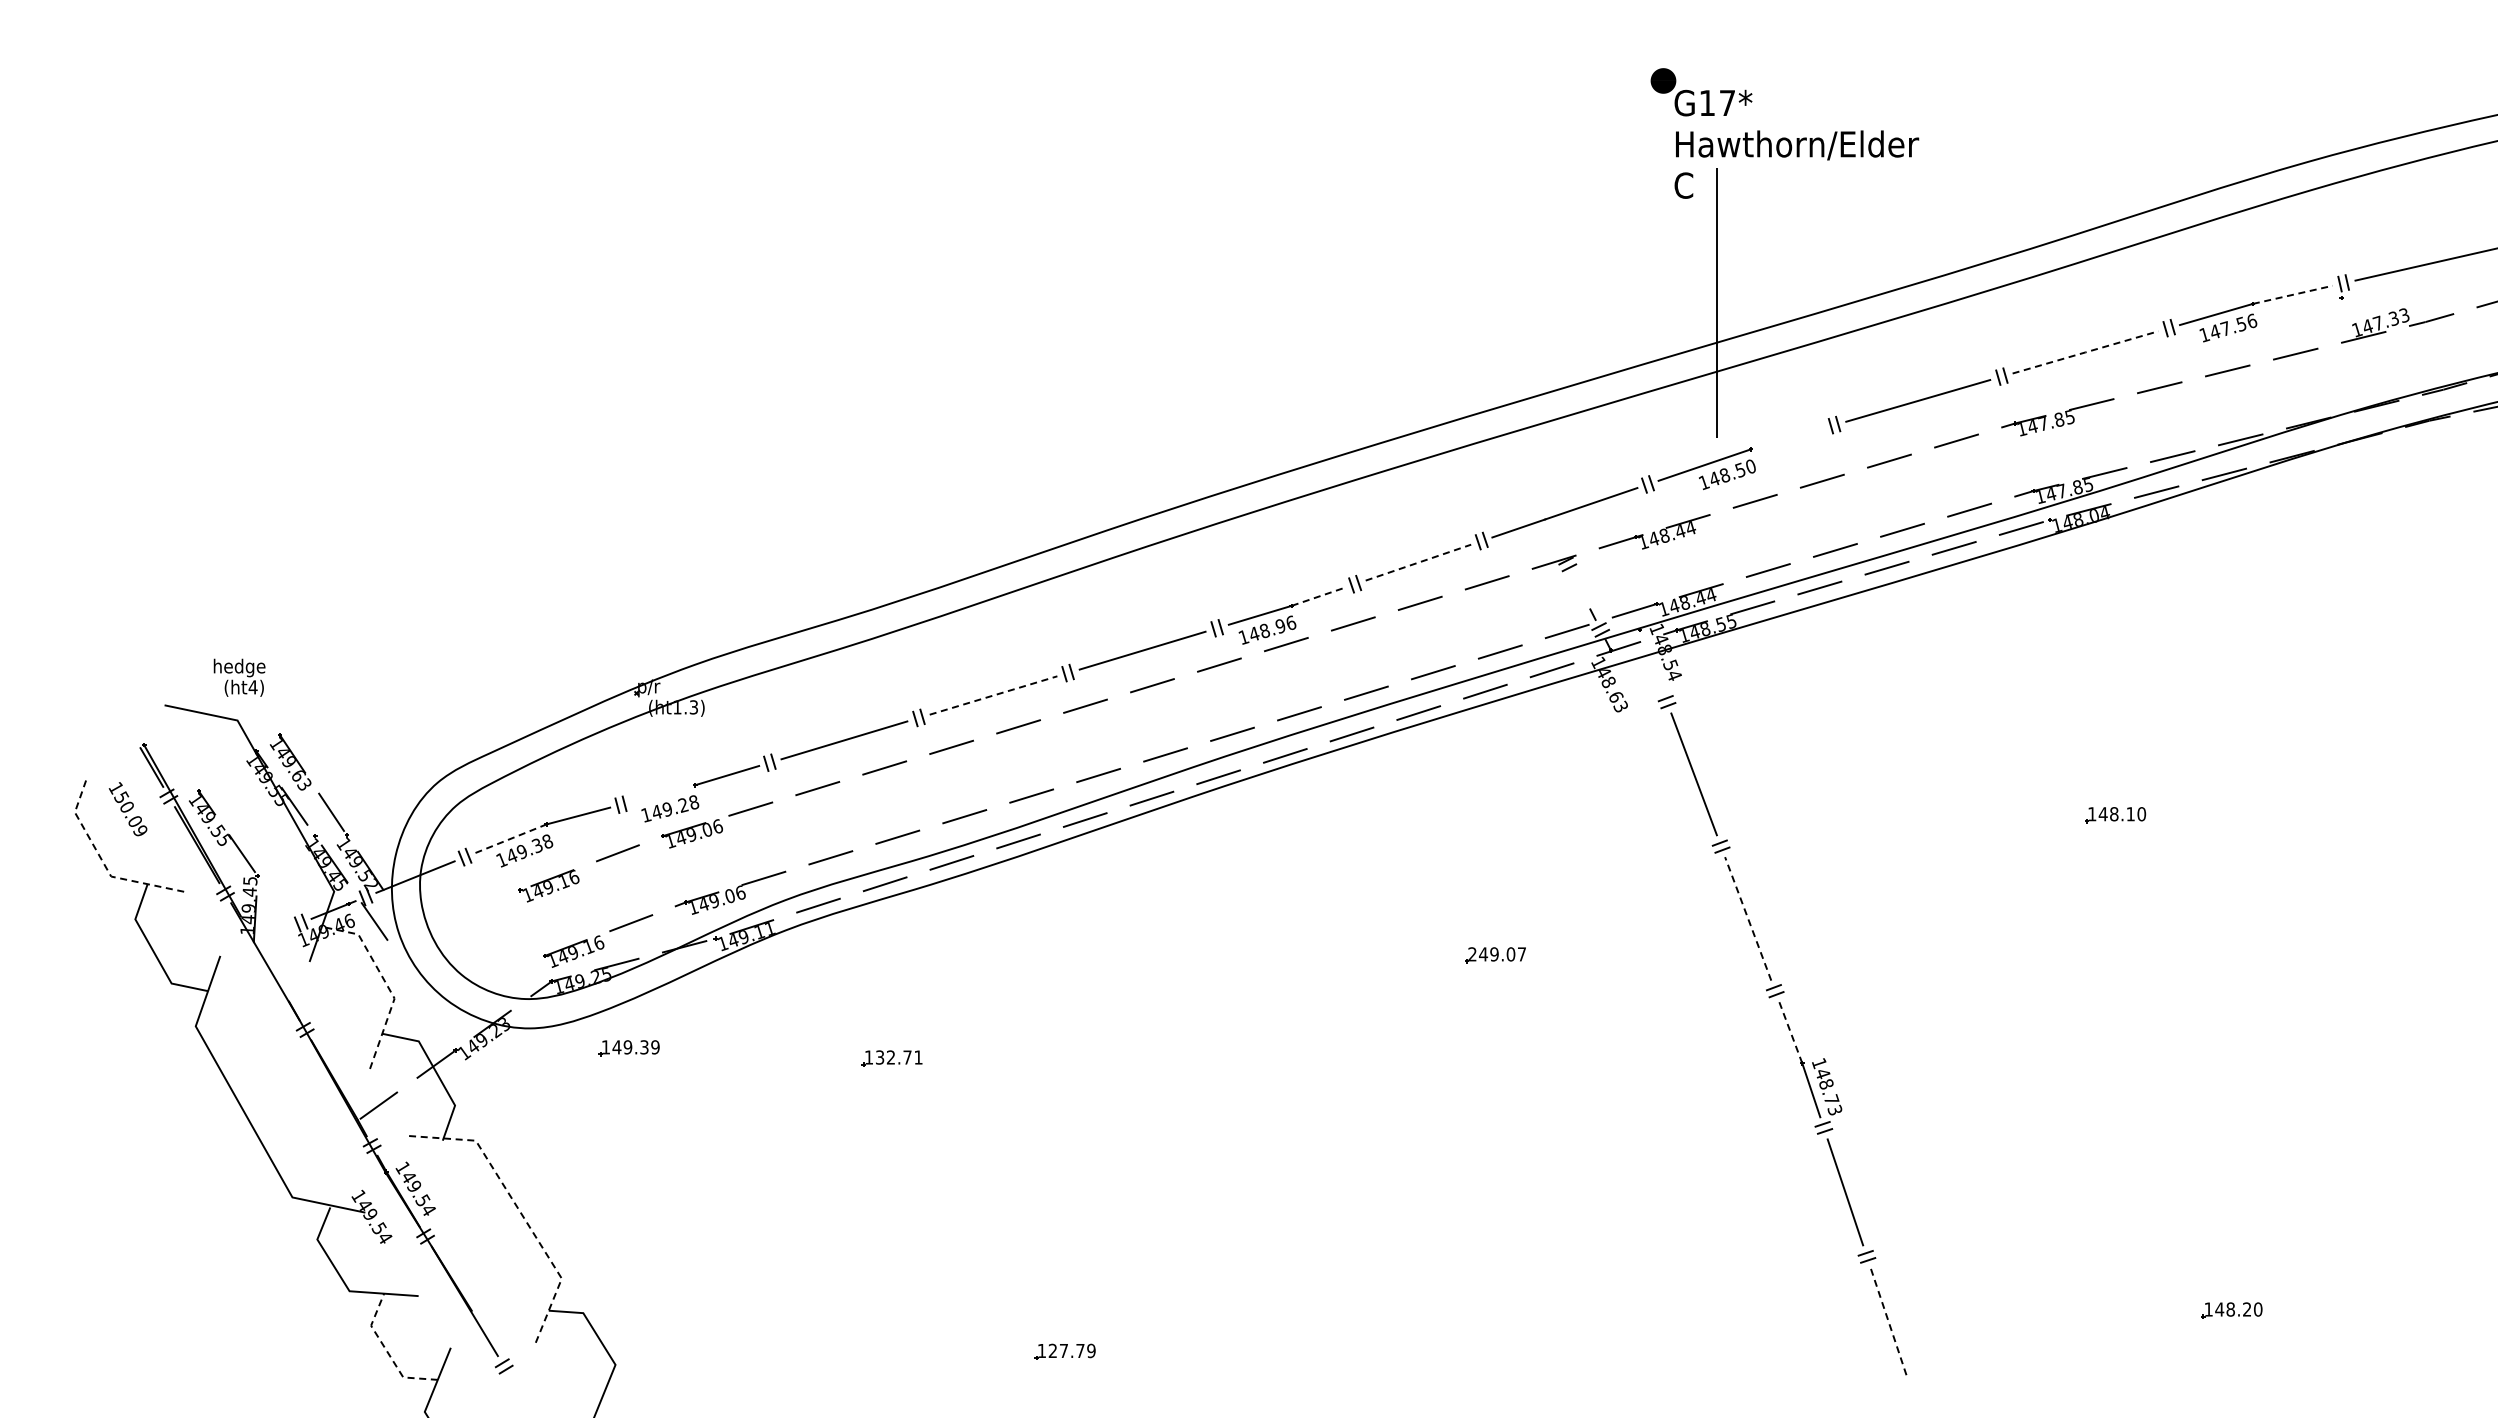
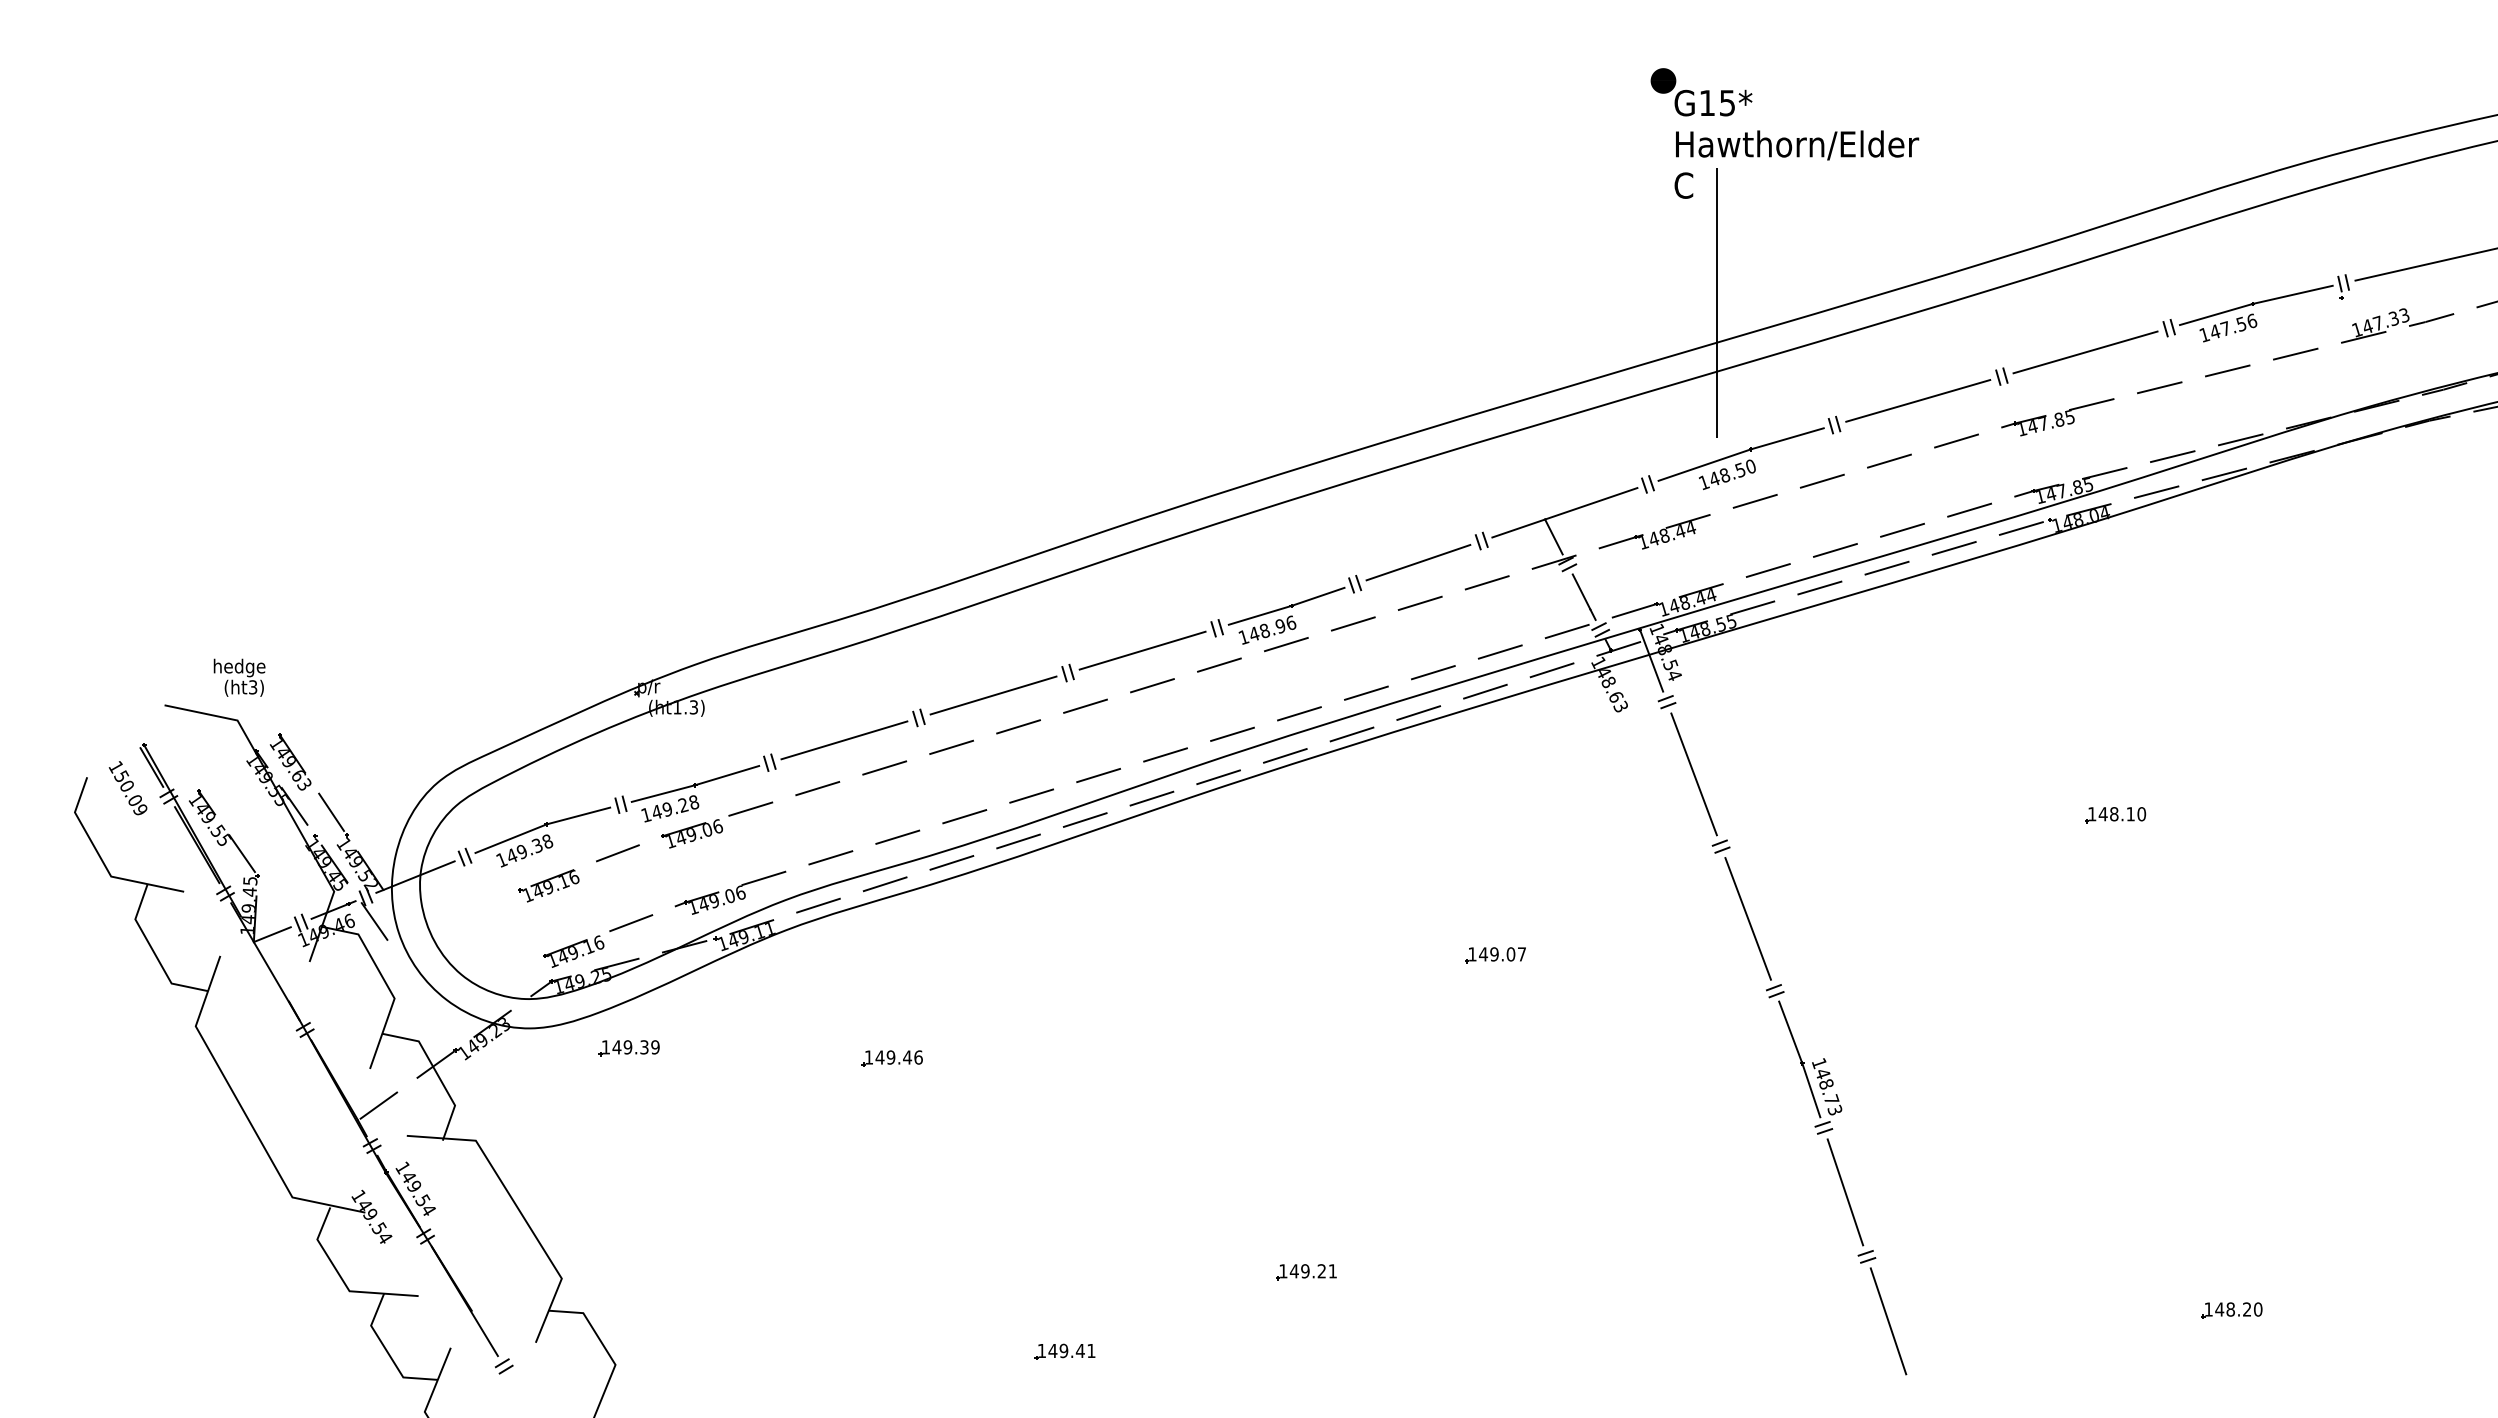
text at (1727, 103): G17* -> G15*
line at (2292, 294): dashed -> solid
line at (2085, 352): dashed -> solid
line at (1786, 438): none -> present
line at (1553, 536): none -> present
line at (1418, 562): dashed -> solid
line at (1581, 591): none -> present
line at (1318, 596): dashed -> solid
line at (1651, 660): none -> present
text at (252, 687): (ht4) -> (ht3)
line at (993, 695): dashed -> solid
line at (663, 793): none -> present
text at (127, 809) position: (127, 809) -> (127, 788)
line at (511, 838): dashed -> solid
line at (101, 860): dashed -> solid
line at (1748, 918): dashed -> solid
line at (271, 934): none -> present
text at (1472, 954): 249.07 -> 149.07
line at (385, 982): dashed -> solid
line at (1790, 1032): dashed -> solid
text at (898, 1057): 132.71 -> 149.46
line at (518, 1209): dashed -> solid
part at (1306, 1272): none -> present
line at (1888, 1321): dashed -> solid
text at (1071, 1350): 127.79 -> 149.41
line at (386, 1351): dashed -> solid
